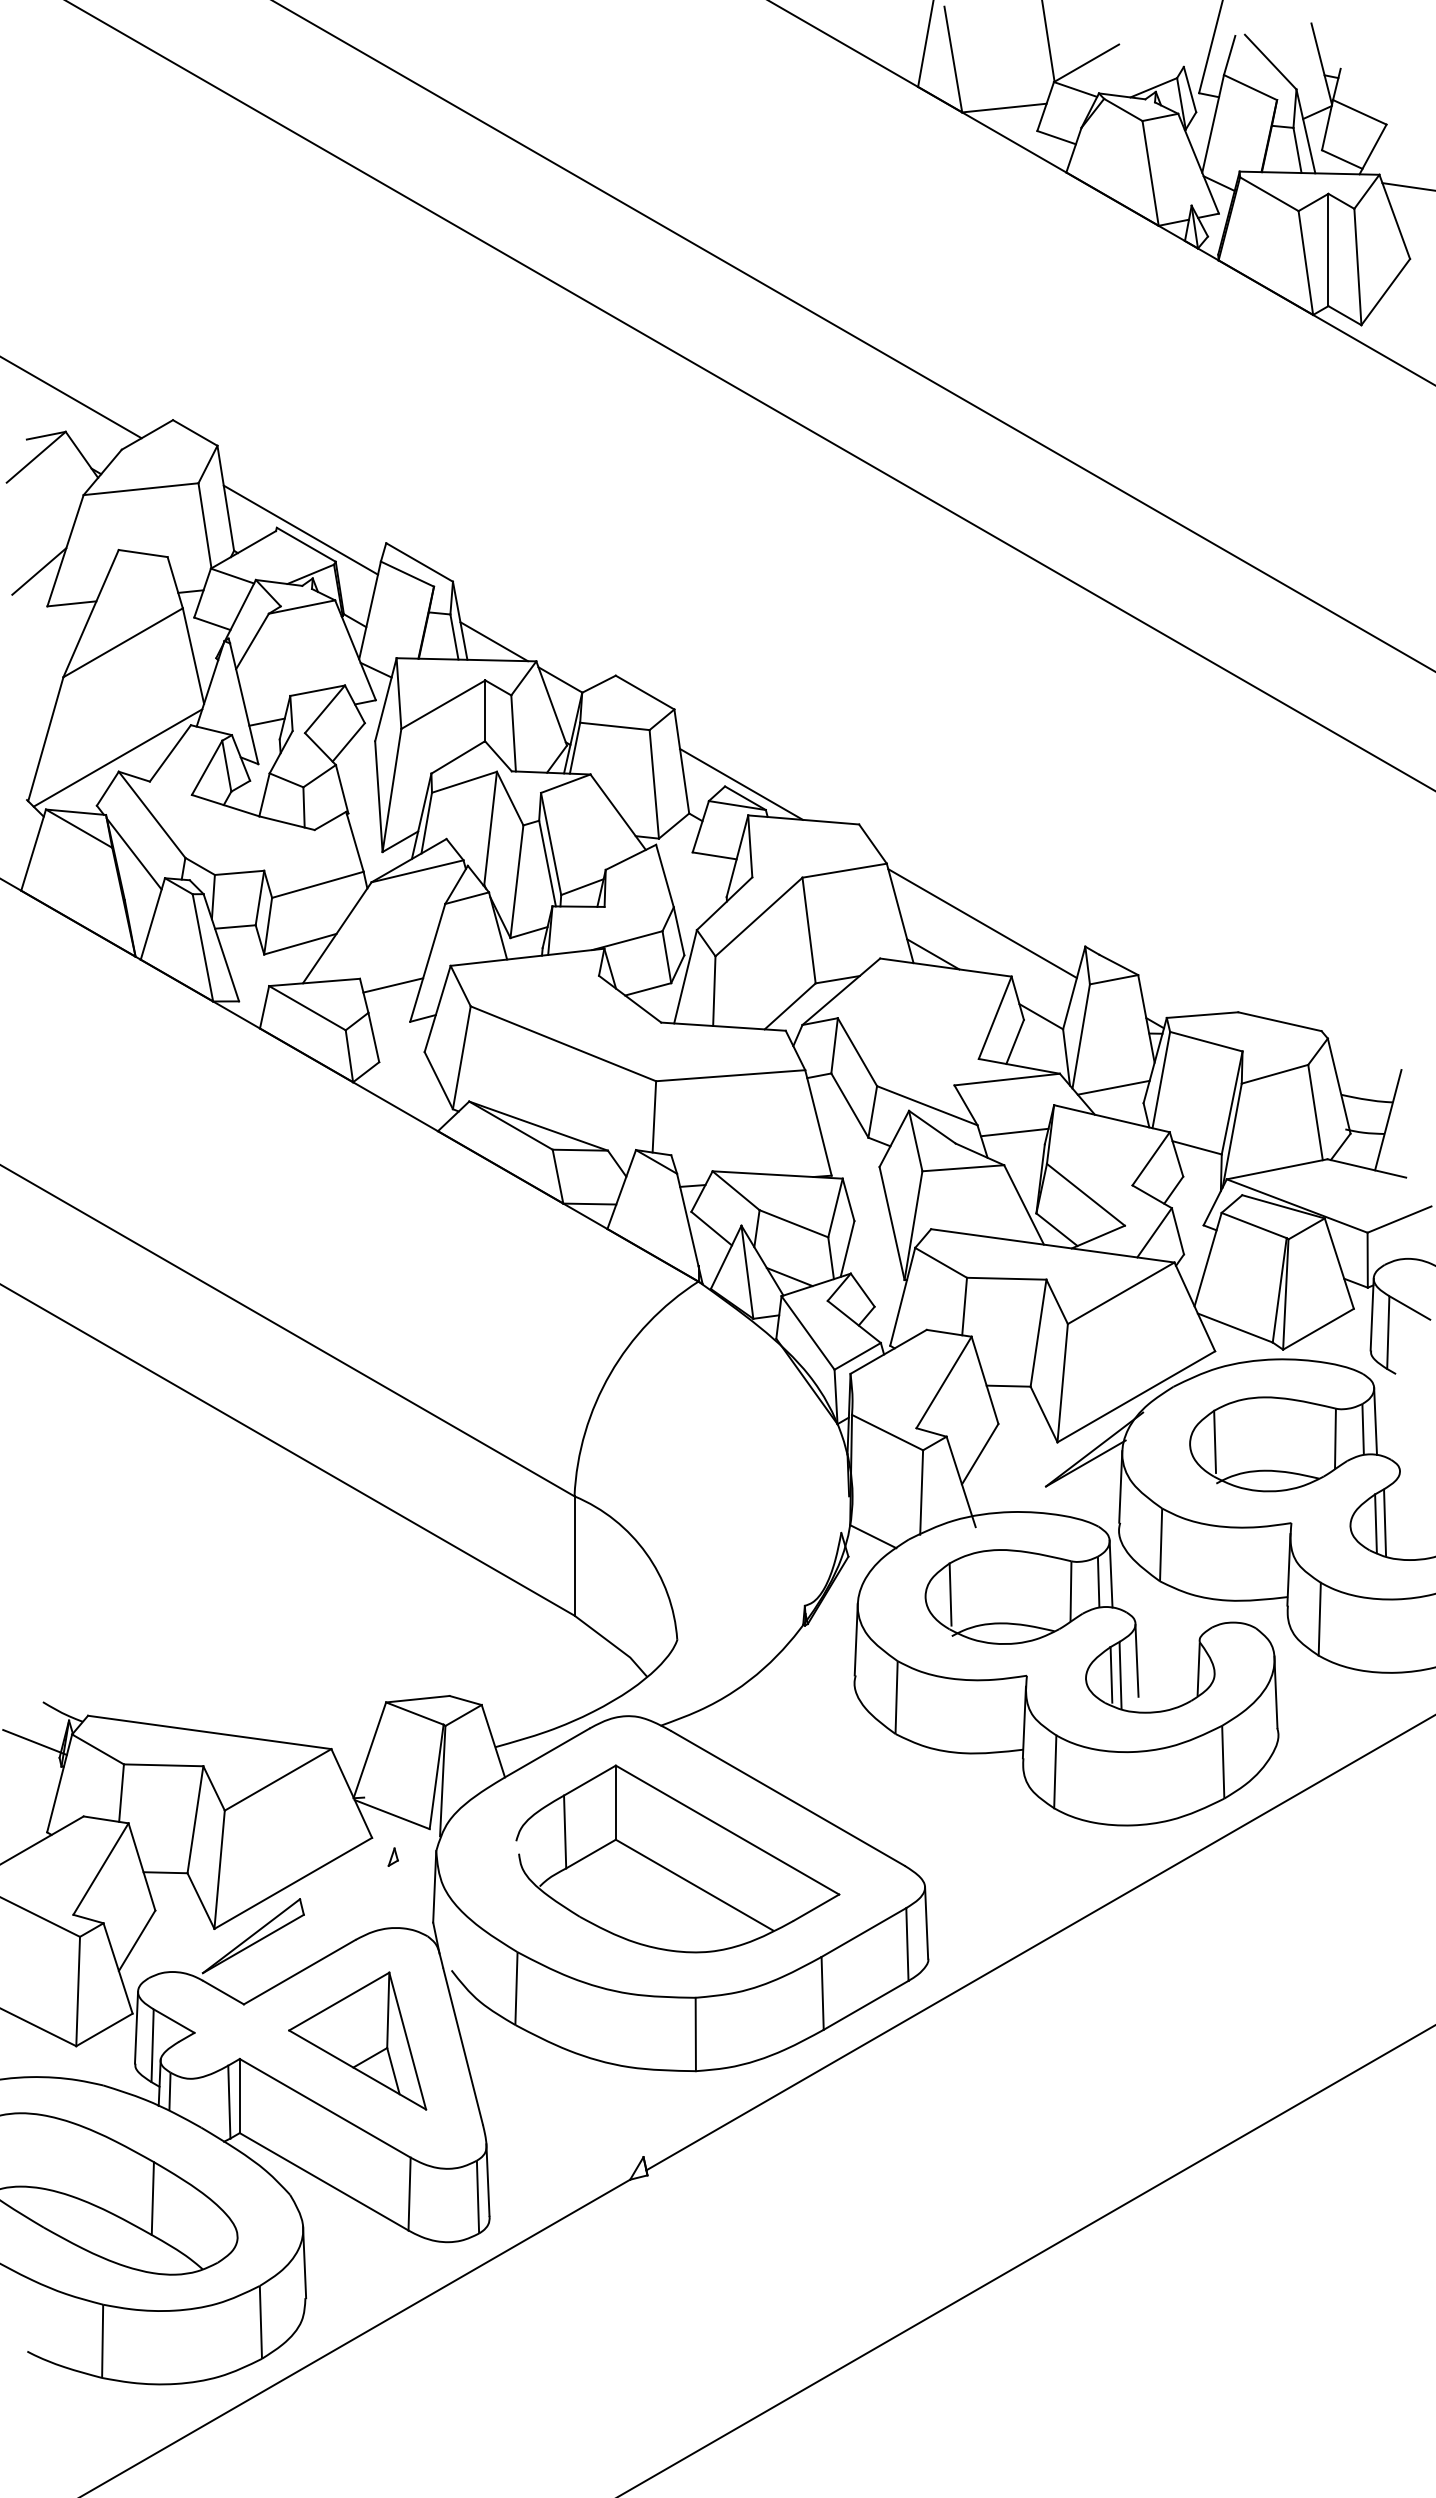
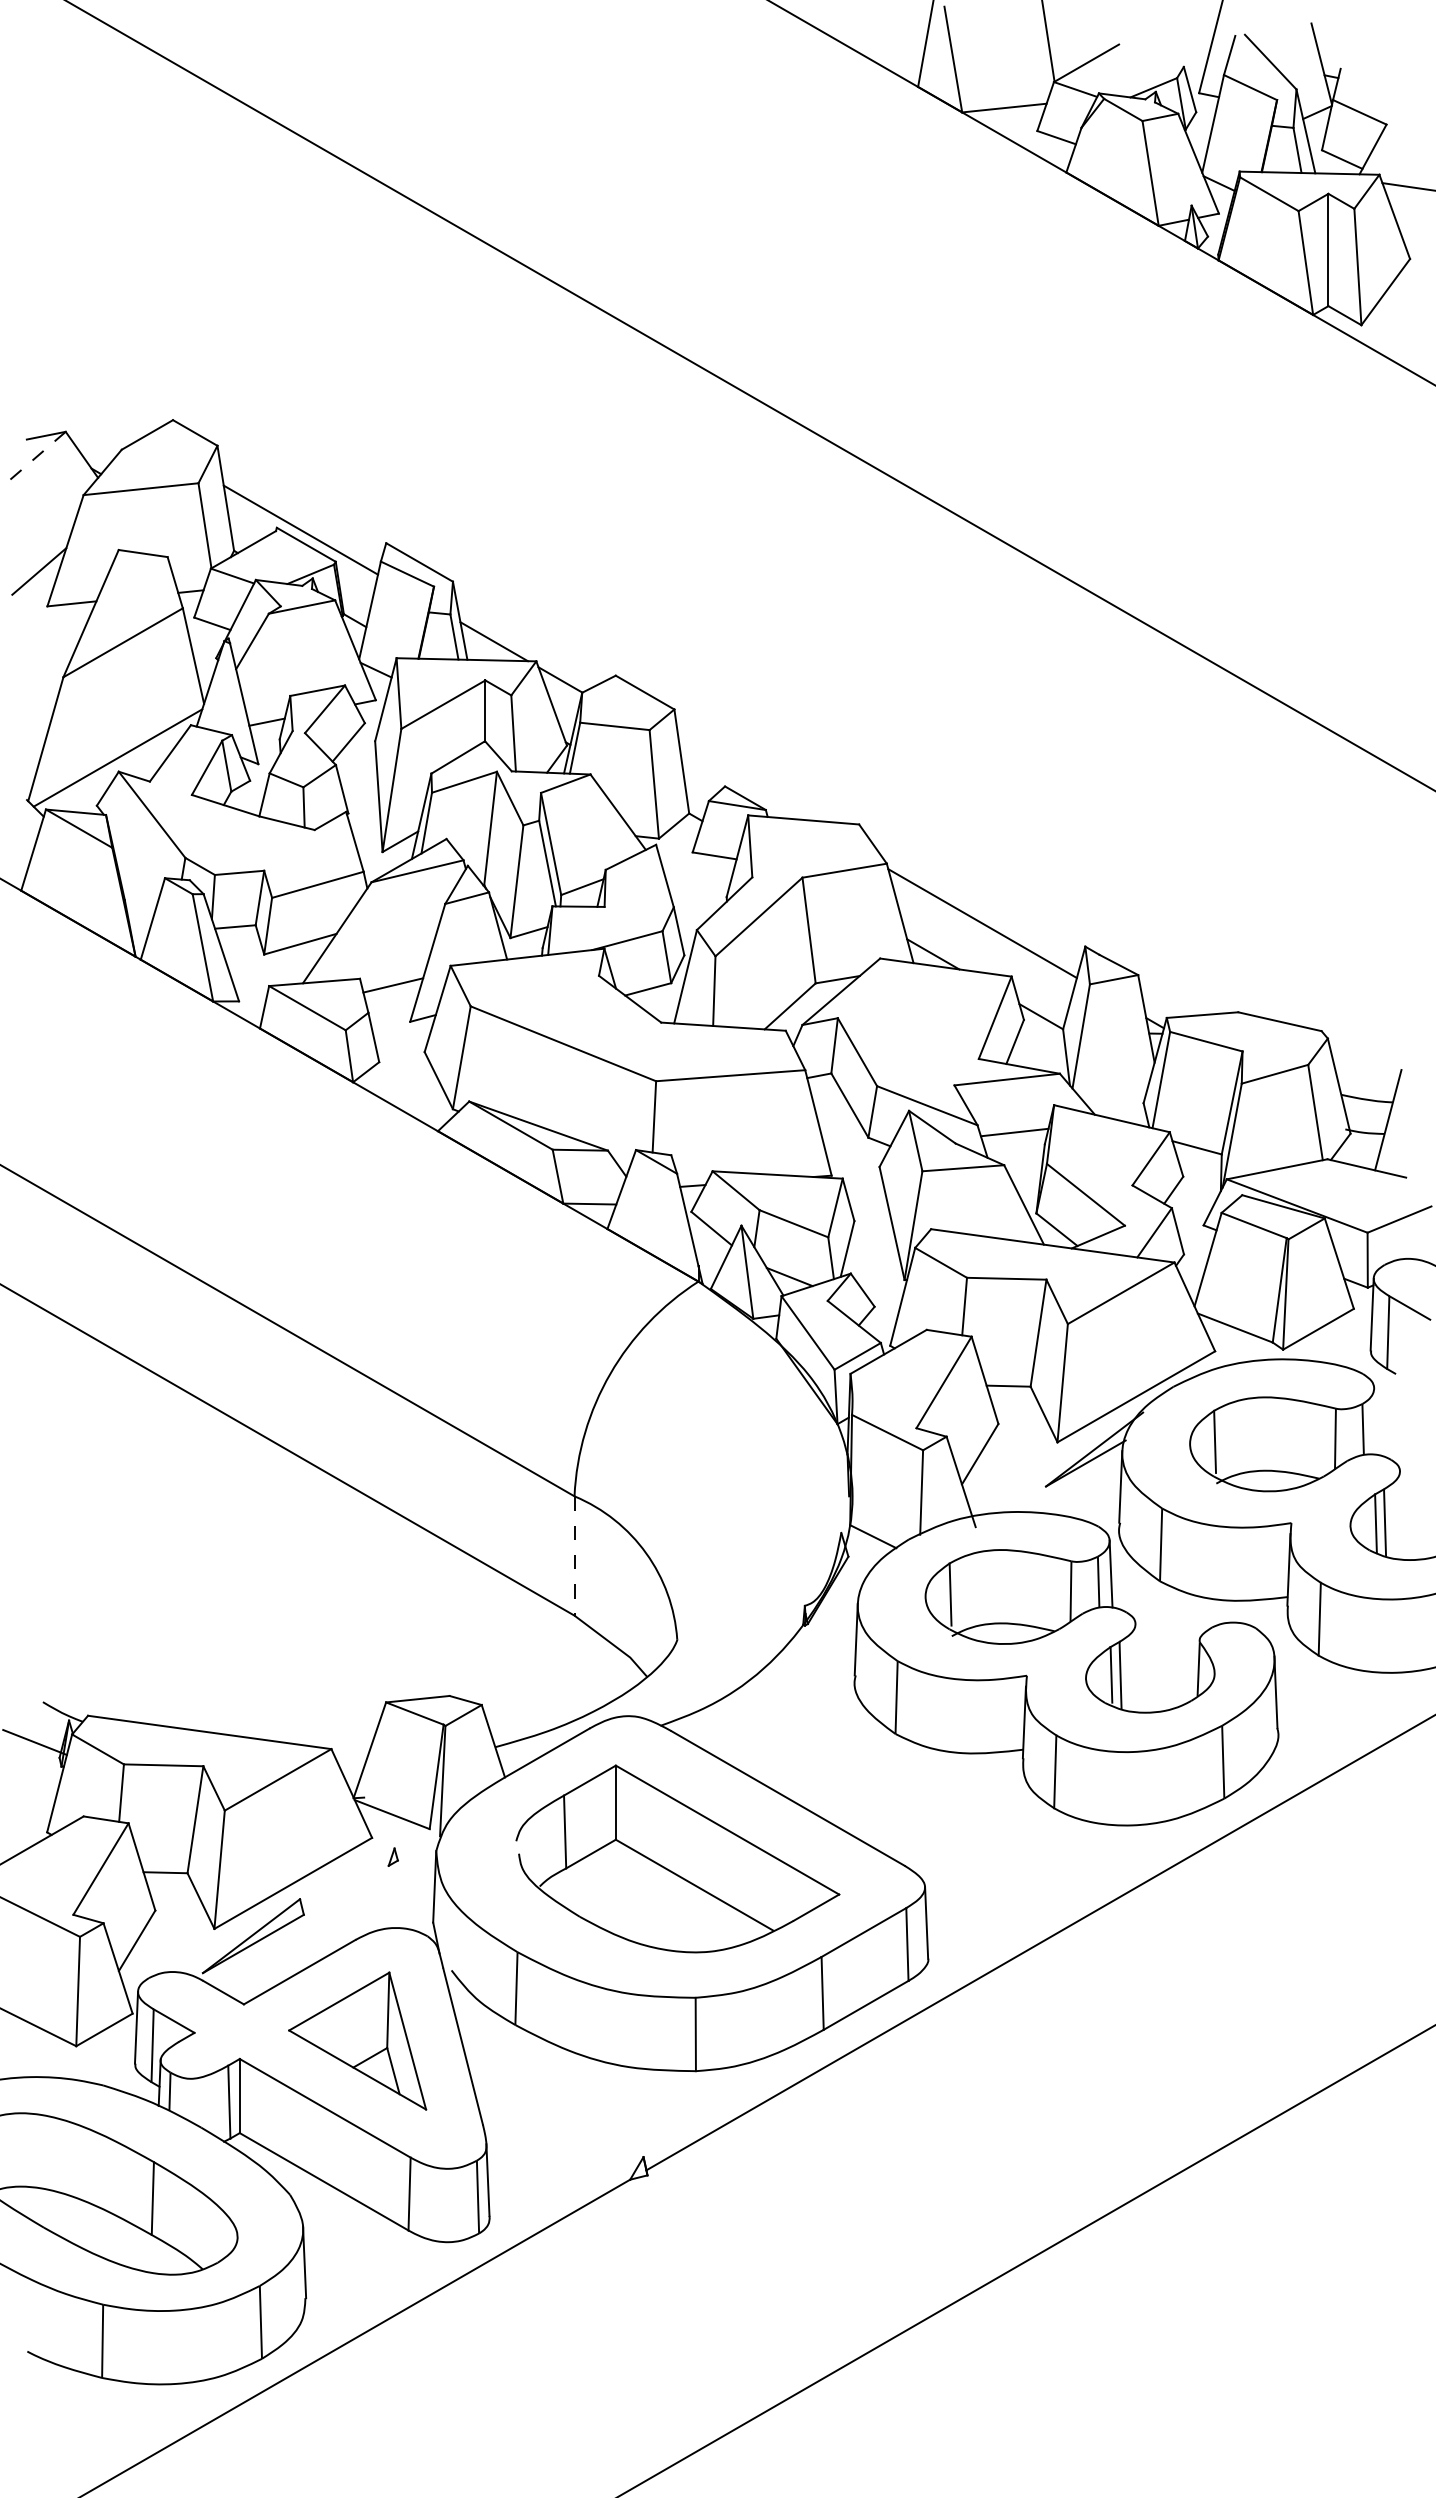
line at (853, 336): present -> none
line at (71, 397): present -> none
line at (36, 457): solid -> dashed
line at (741, 783): present -> none
line at (133, 853): present -> none
line at (1113, 1087): present -> none
line at (1375, 1420): present -> none
line at (574, 1556): solid -> dashed
line at (1136, 1660): present -> none
